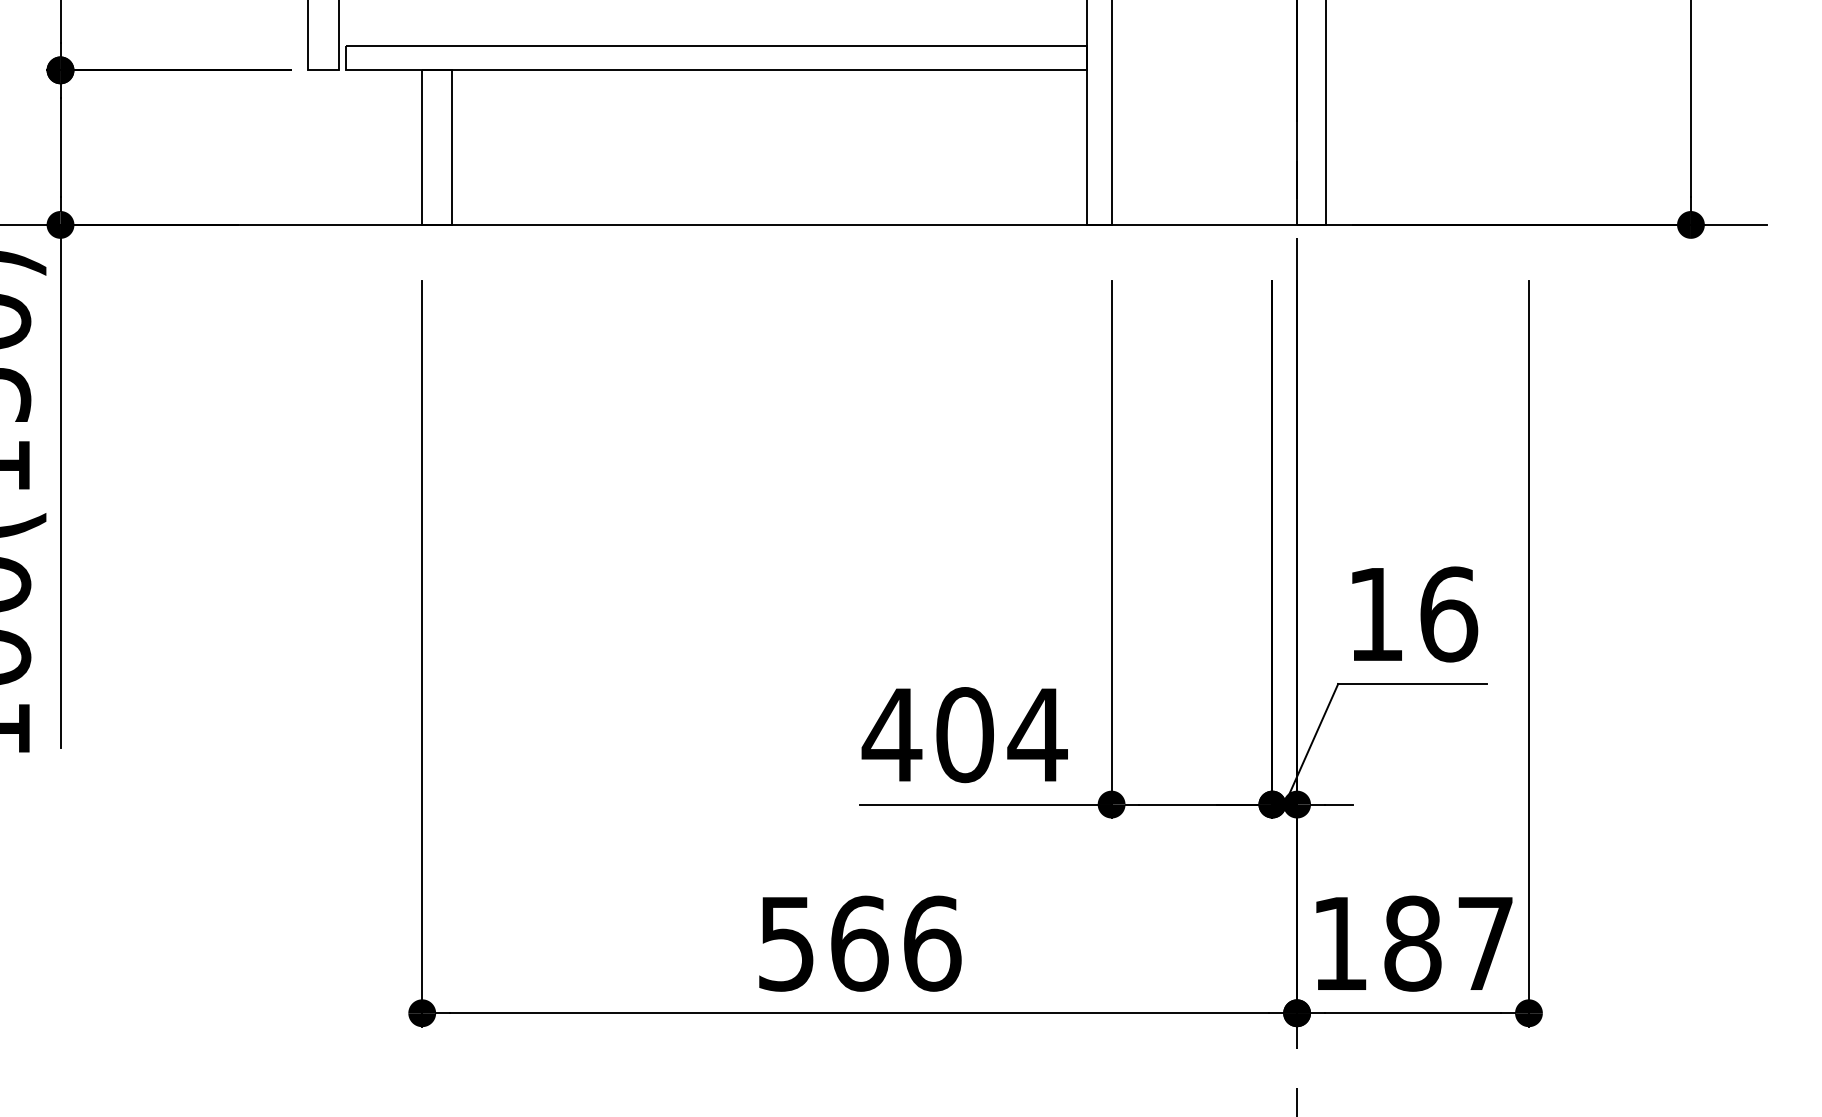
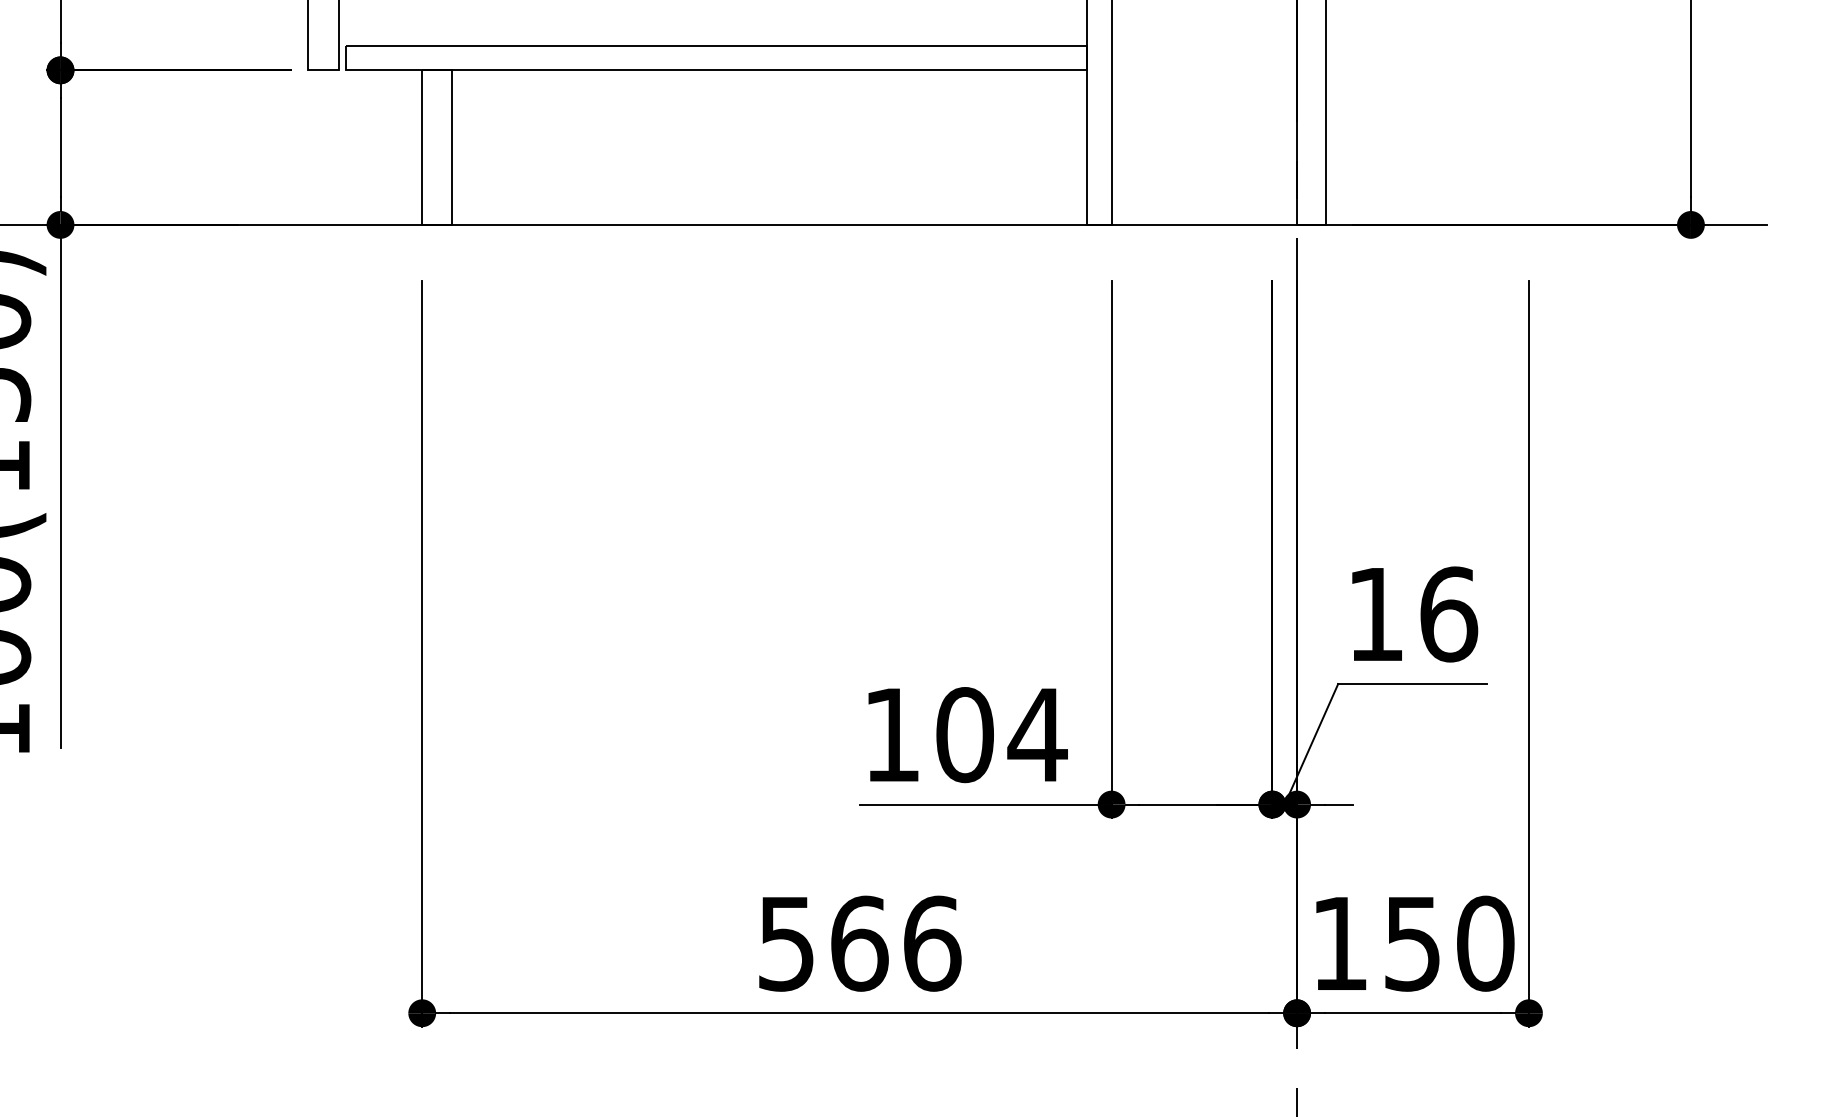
text at (891, 734): 404 -> 104
text at (1449, 943): 187 -> 150
